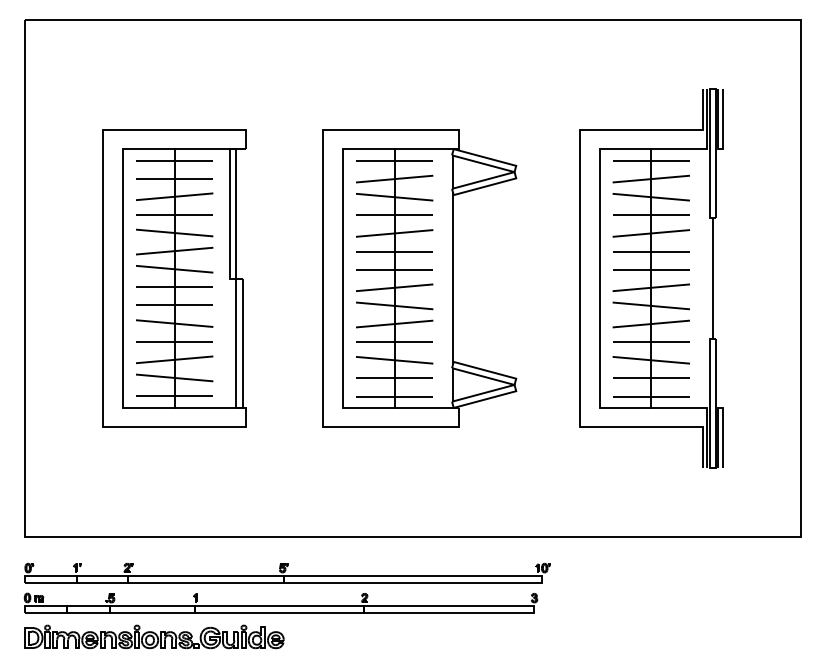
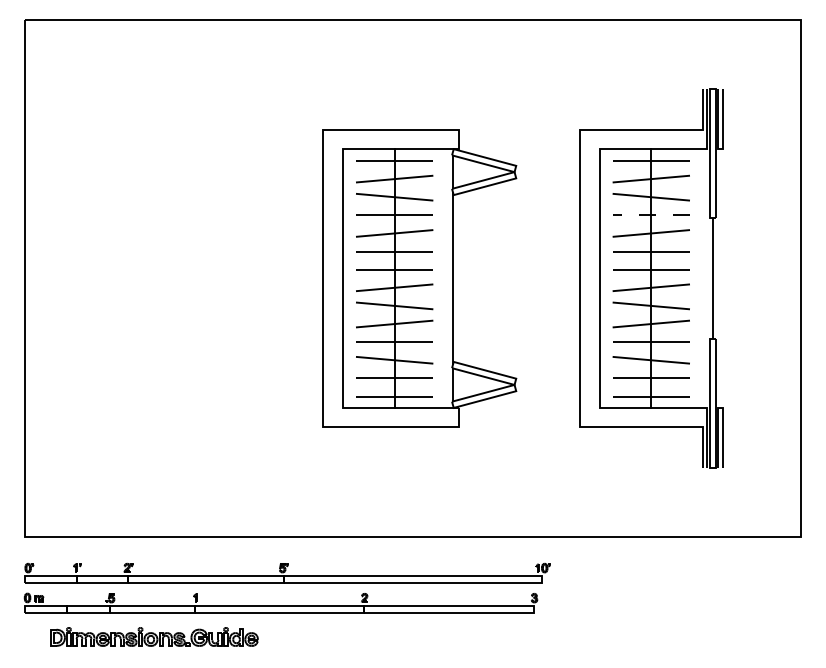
line at (651, 215): solid -> dashed
part at (174, 278): present -> none
part at (154, 636) size: 261x26 px -> 209x20 px
